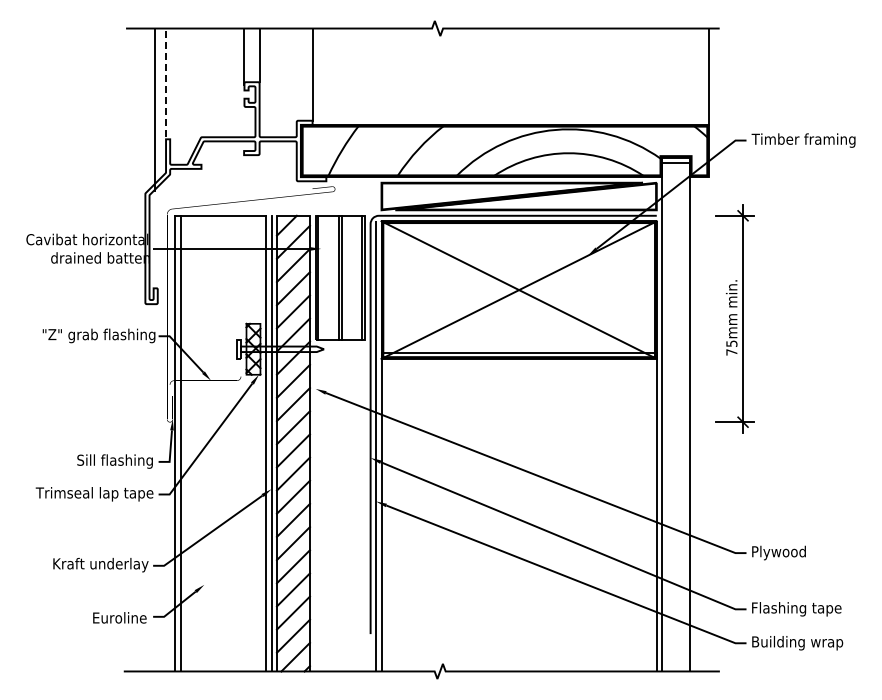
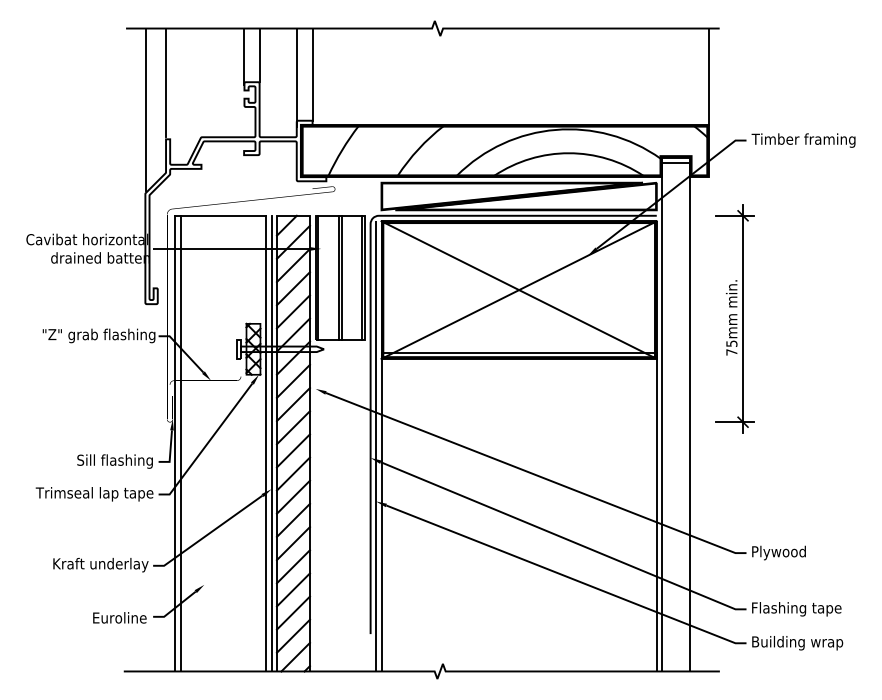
line at (296, 77): none -> present
line at (166, 82): dashed -> solid
line at (154, 109) position: (154, 109) -> (145, 109)
